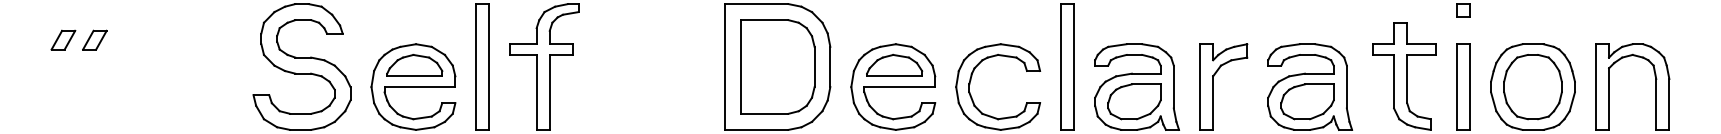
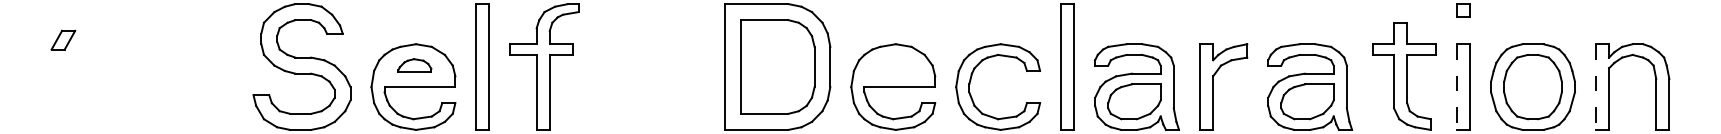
part at (94, 39): present -> none
part at (894, 64): present -> none
part at (414, 65) size: 58x23 px -> 36x15 px
line at (1456, 87): solid -> dashed
line at (1595, 87): solid -> dashed
